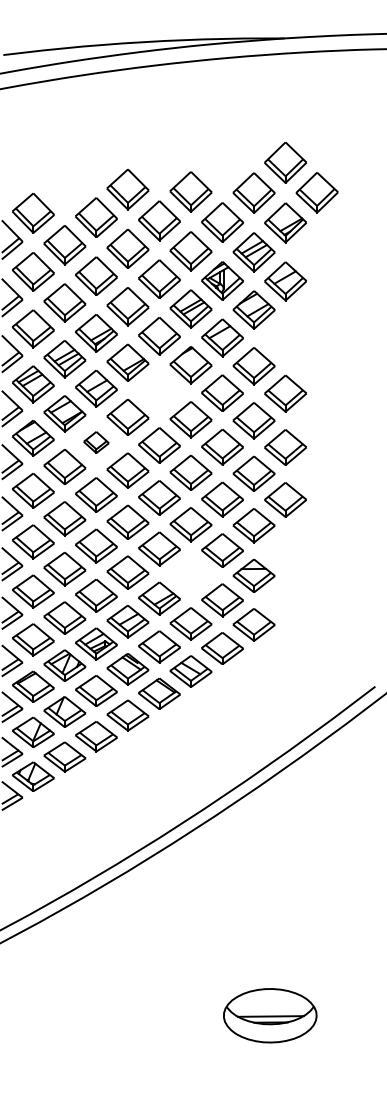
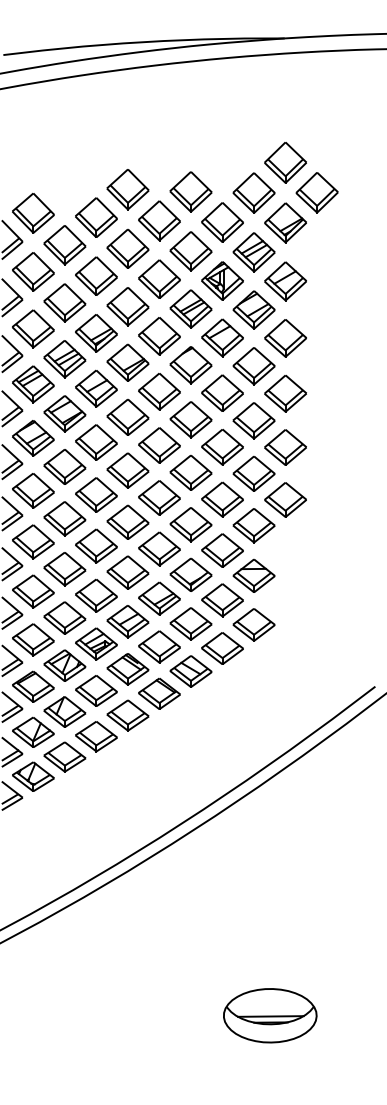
part at (285, 338): none -> present
part at (159, 391): none -> present
part at (96, 442) size: 27x23 px -> 43x37 px
part at (190, 574): none -> present
